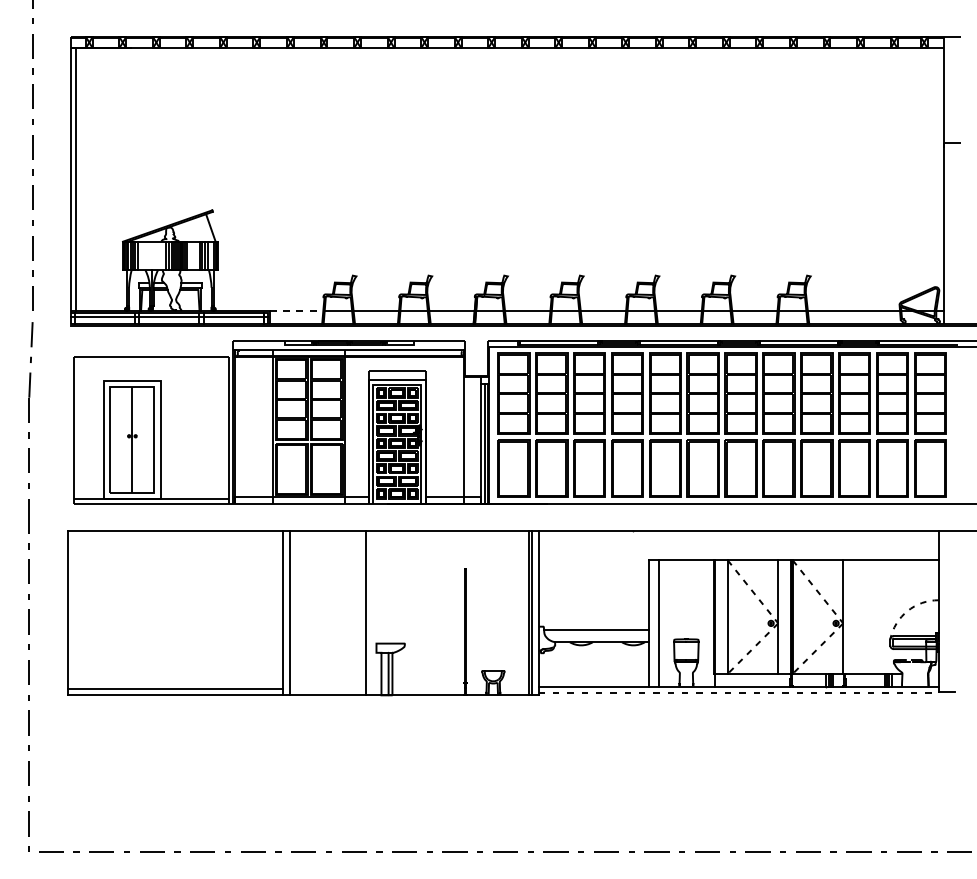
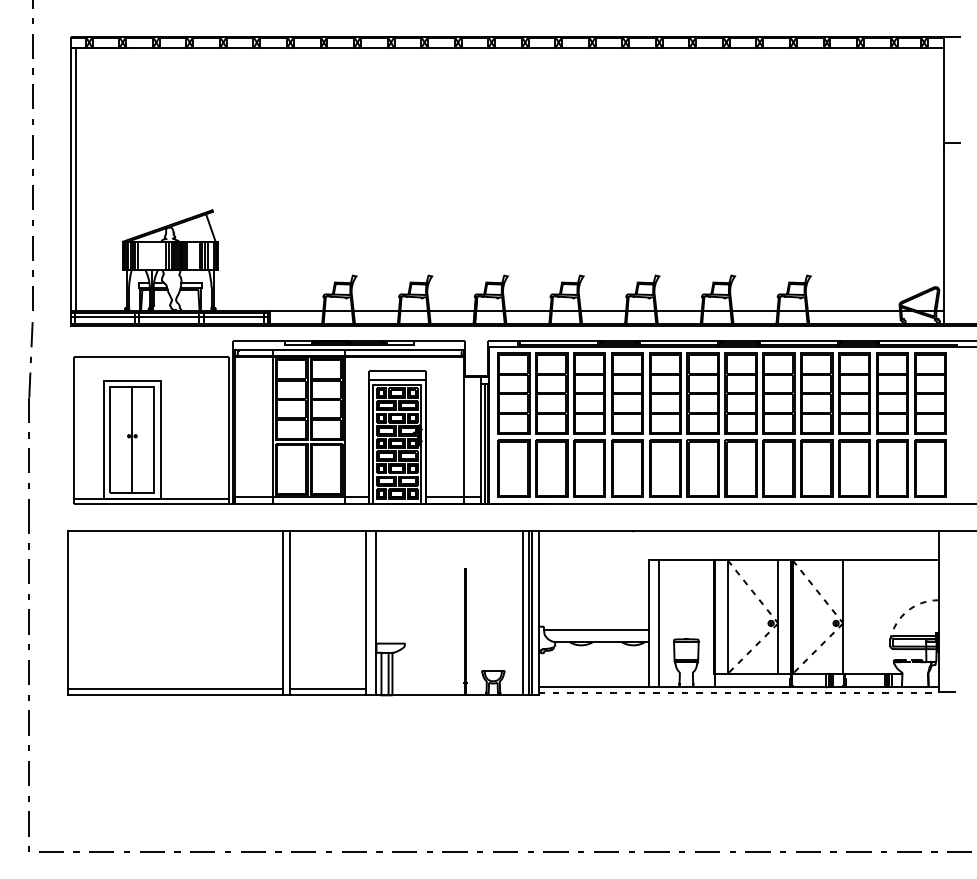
line at (296, 311): dashed -> solid
line at (375, 613): none -> present
line at (522, 613): none -> present
line at (328, 689): none -> present
